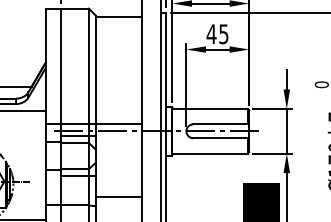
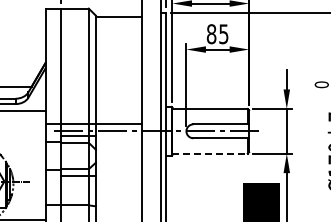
text at (211, 34): 45 -> 85
line at (210, 153): solid -> dashed
line at (118, 197): present -> none
